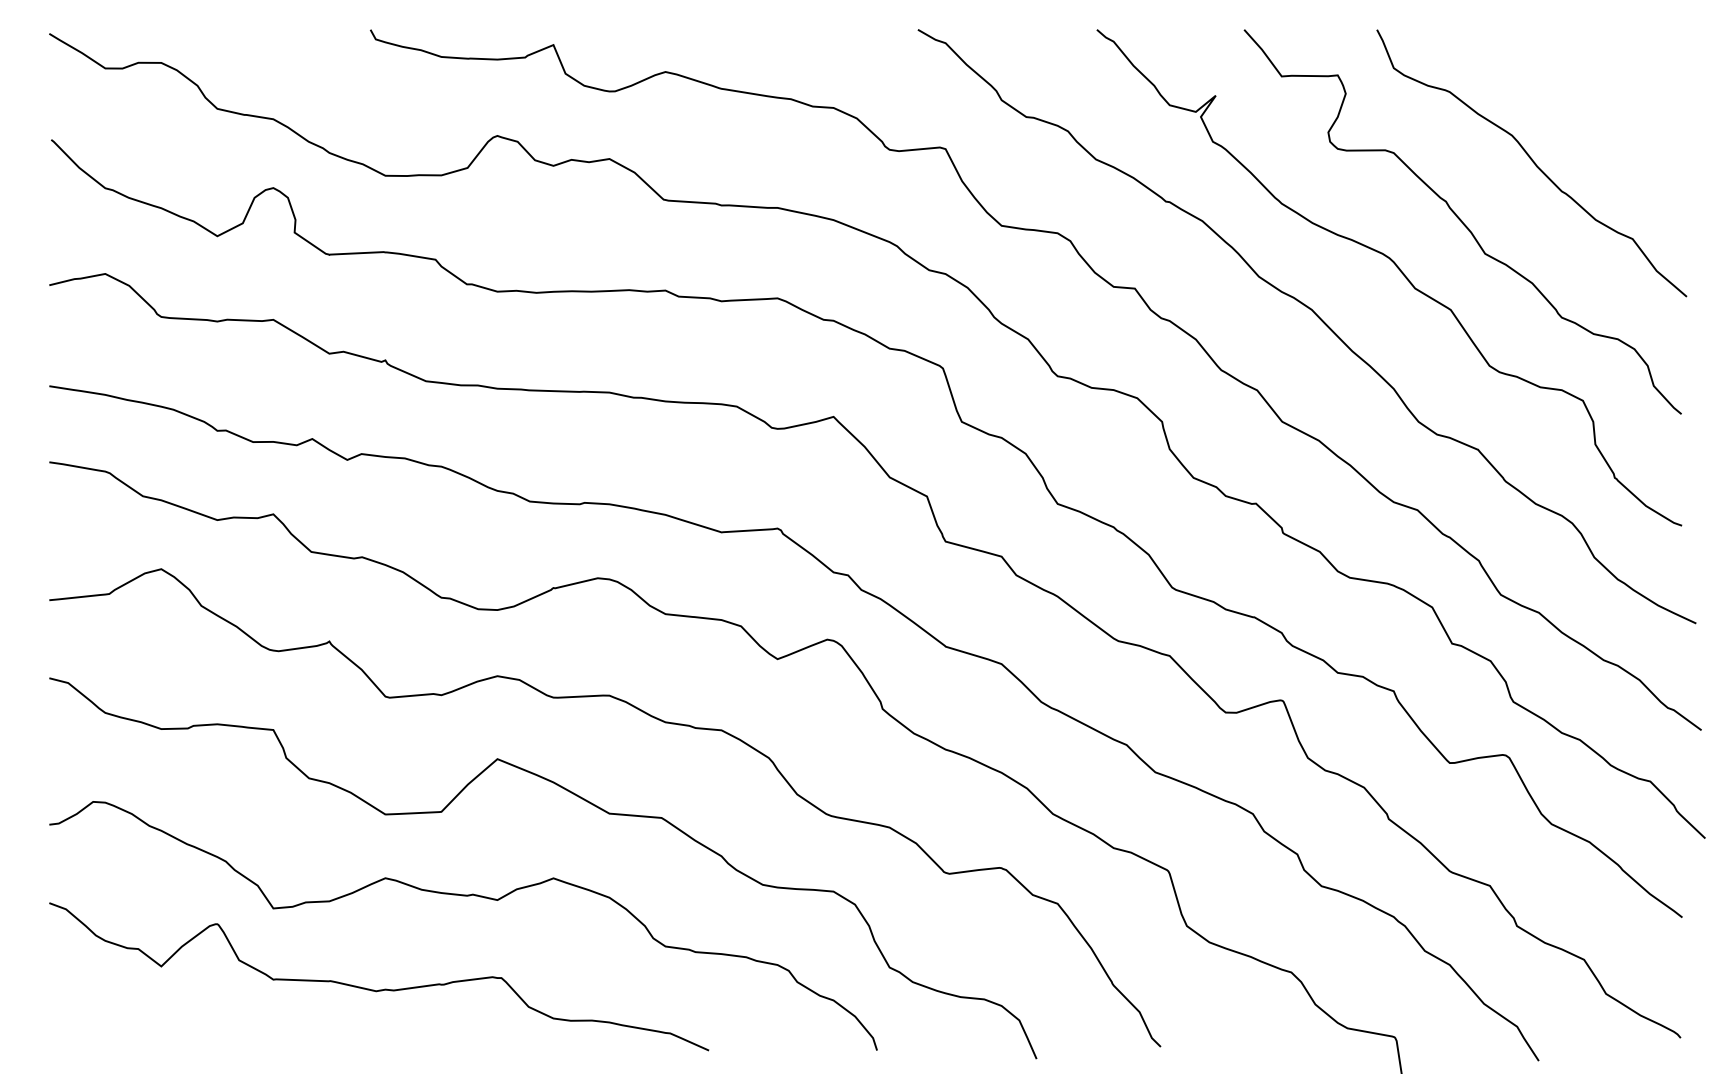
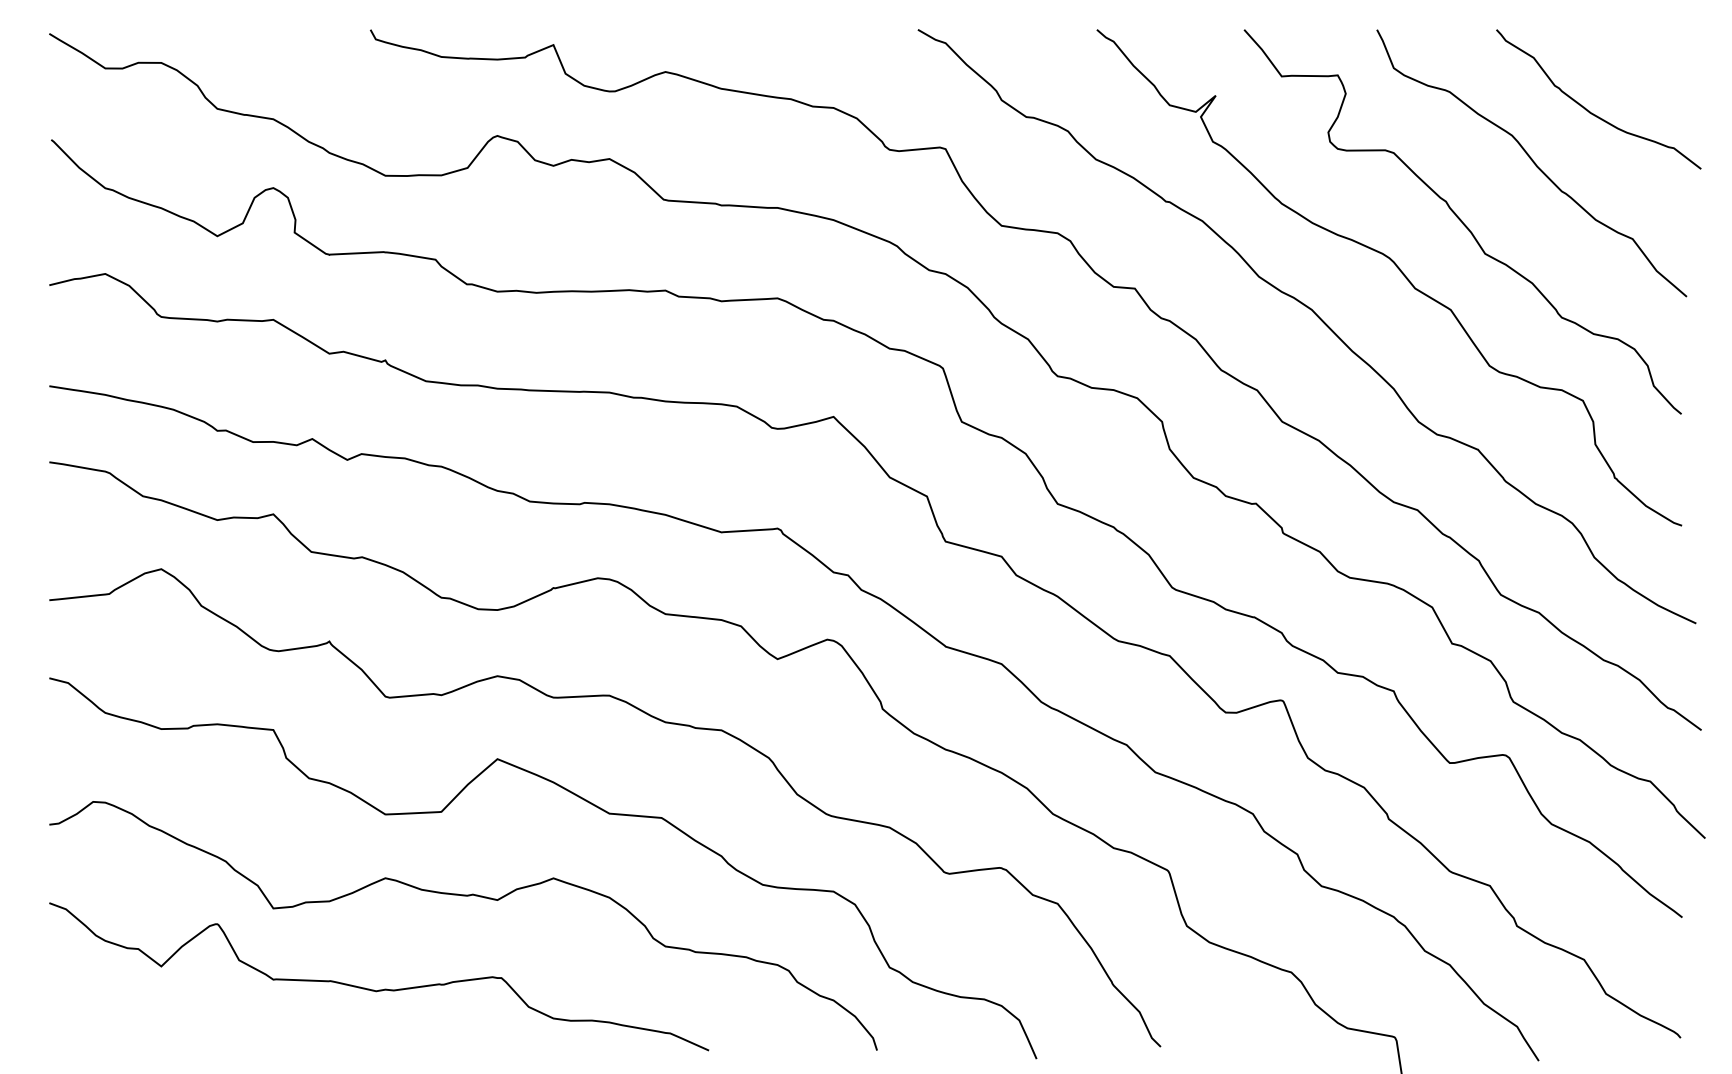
curve at (1589, 110): none -> present
